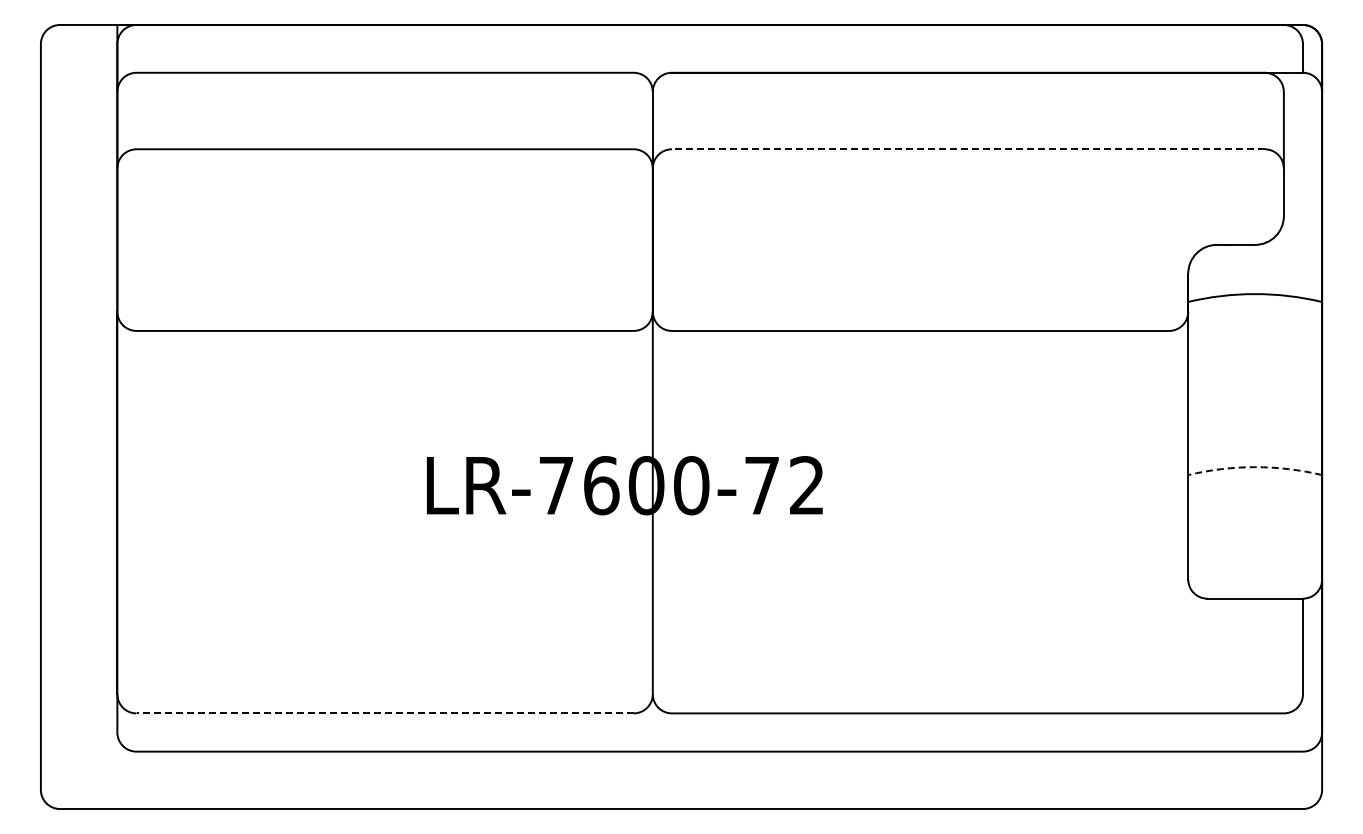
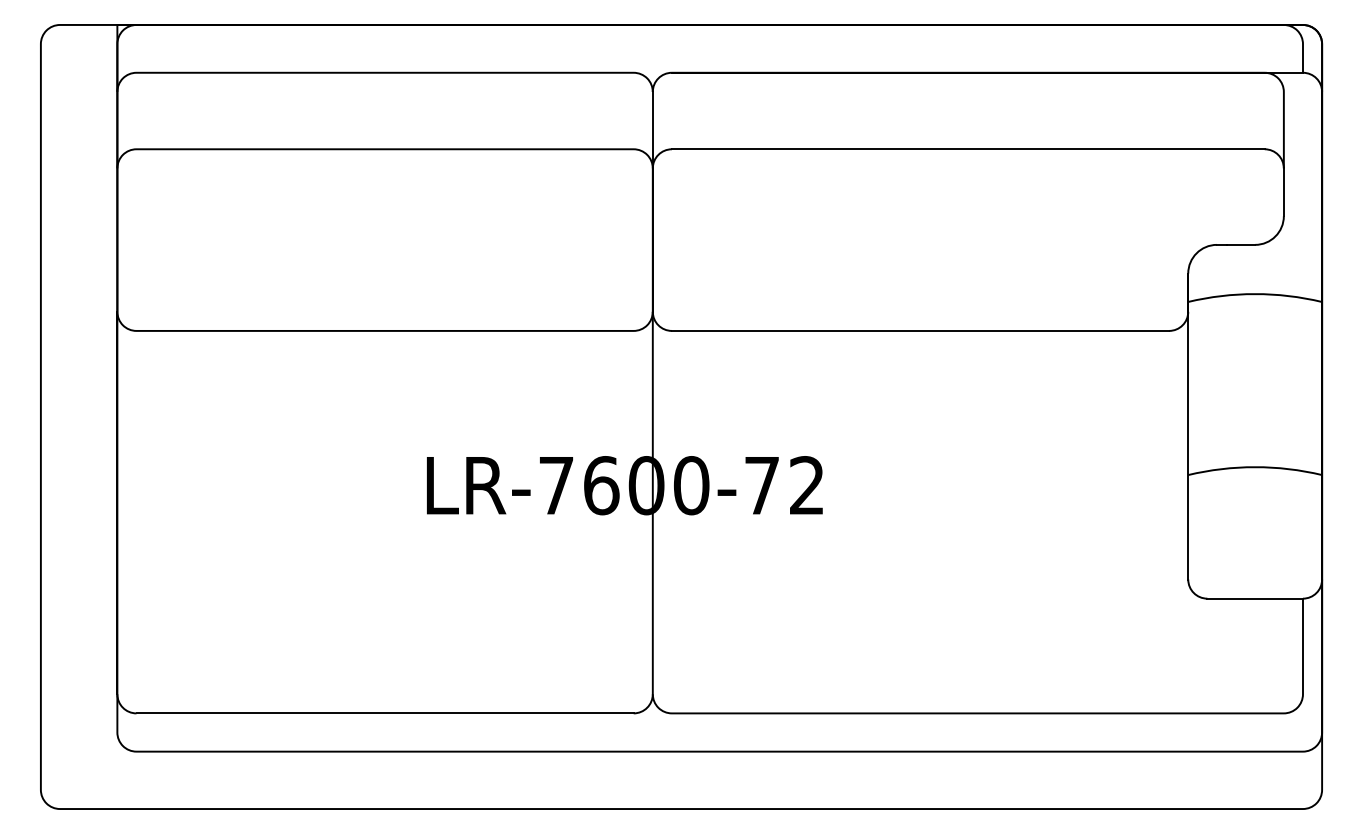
line at (967, 149): dashed -> solid
arc at (1255, 467): dashed -> solid
line at (385, 713): dashed -> solid
